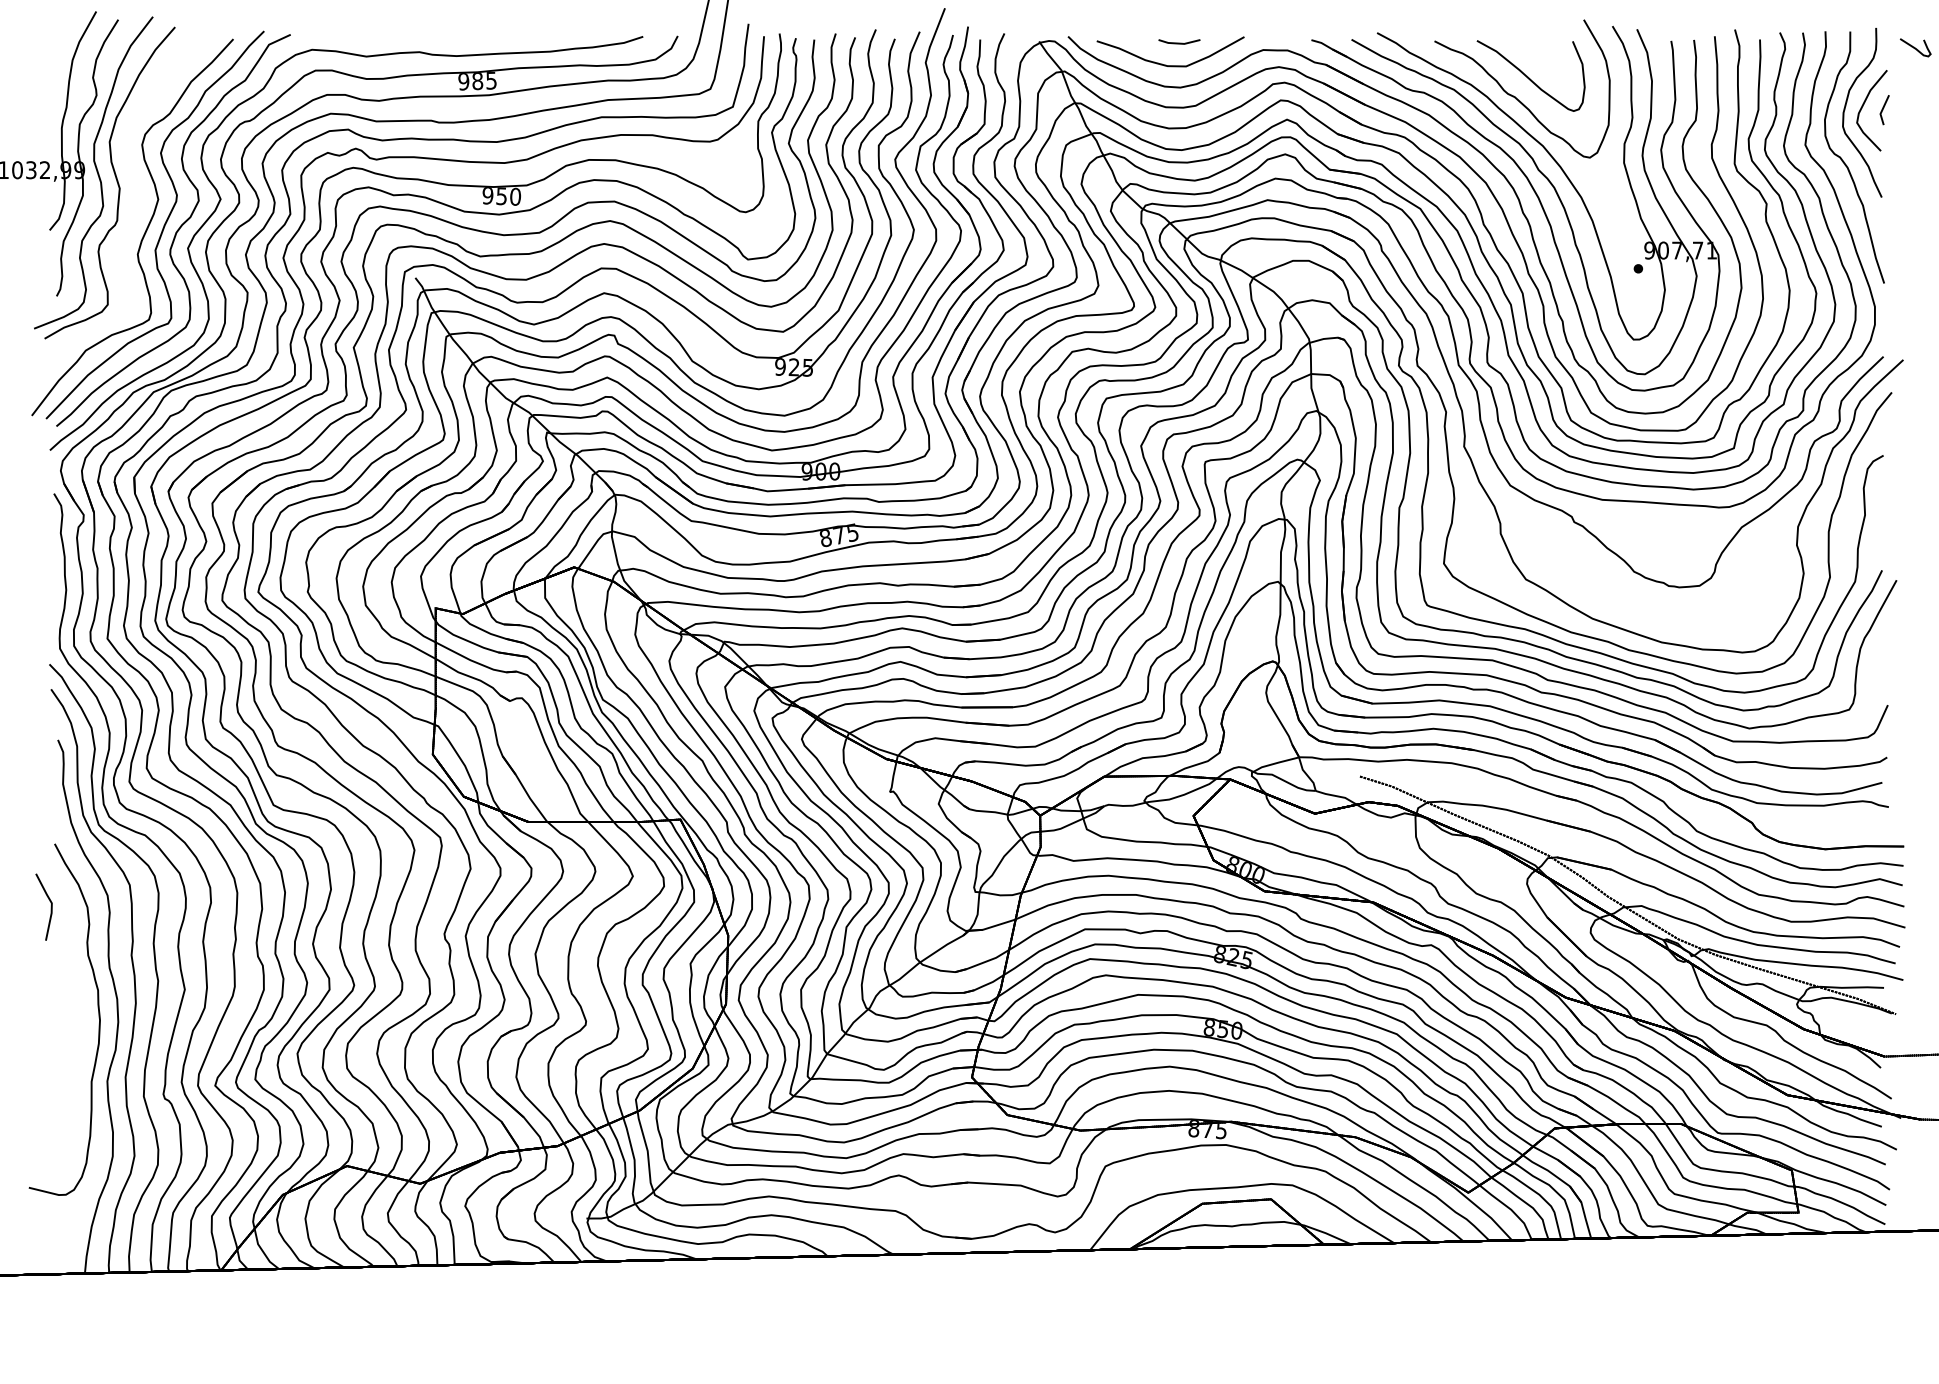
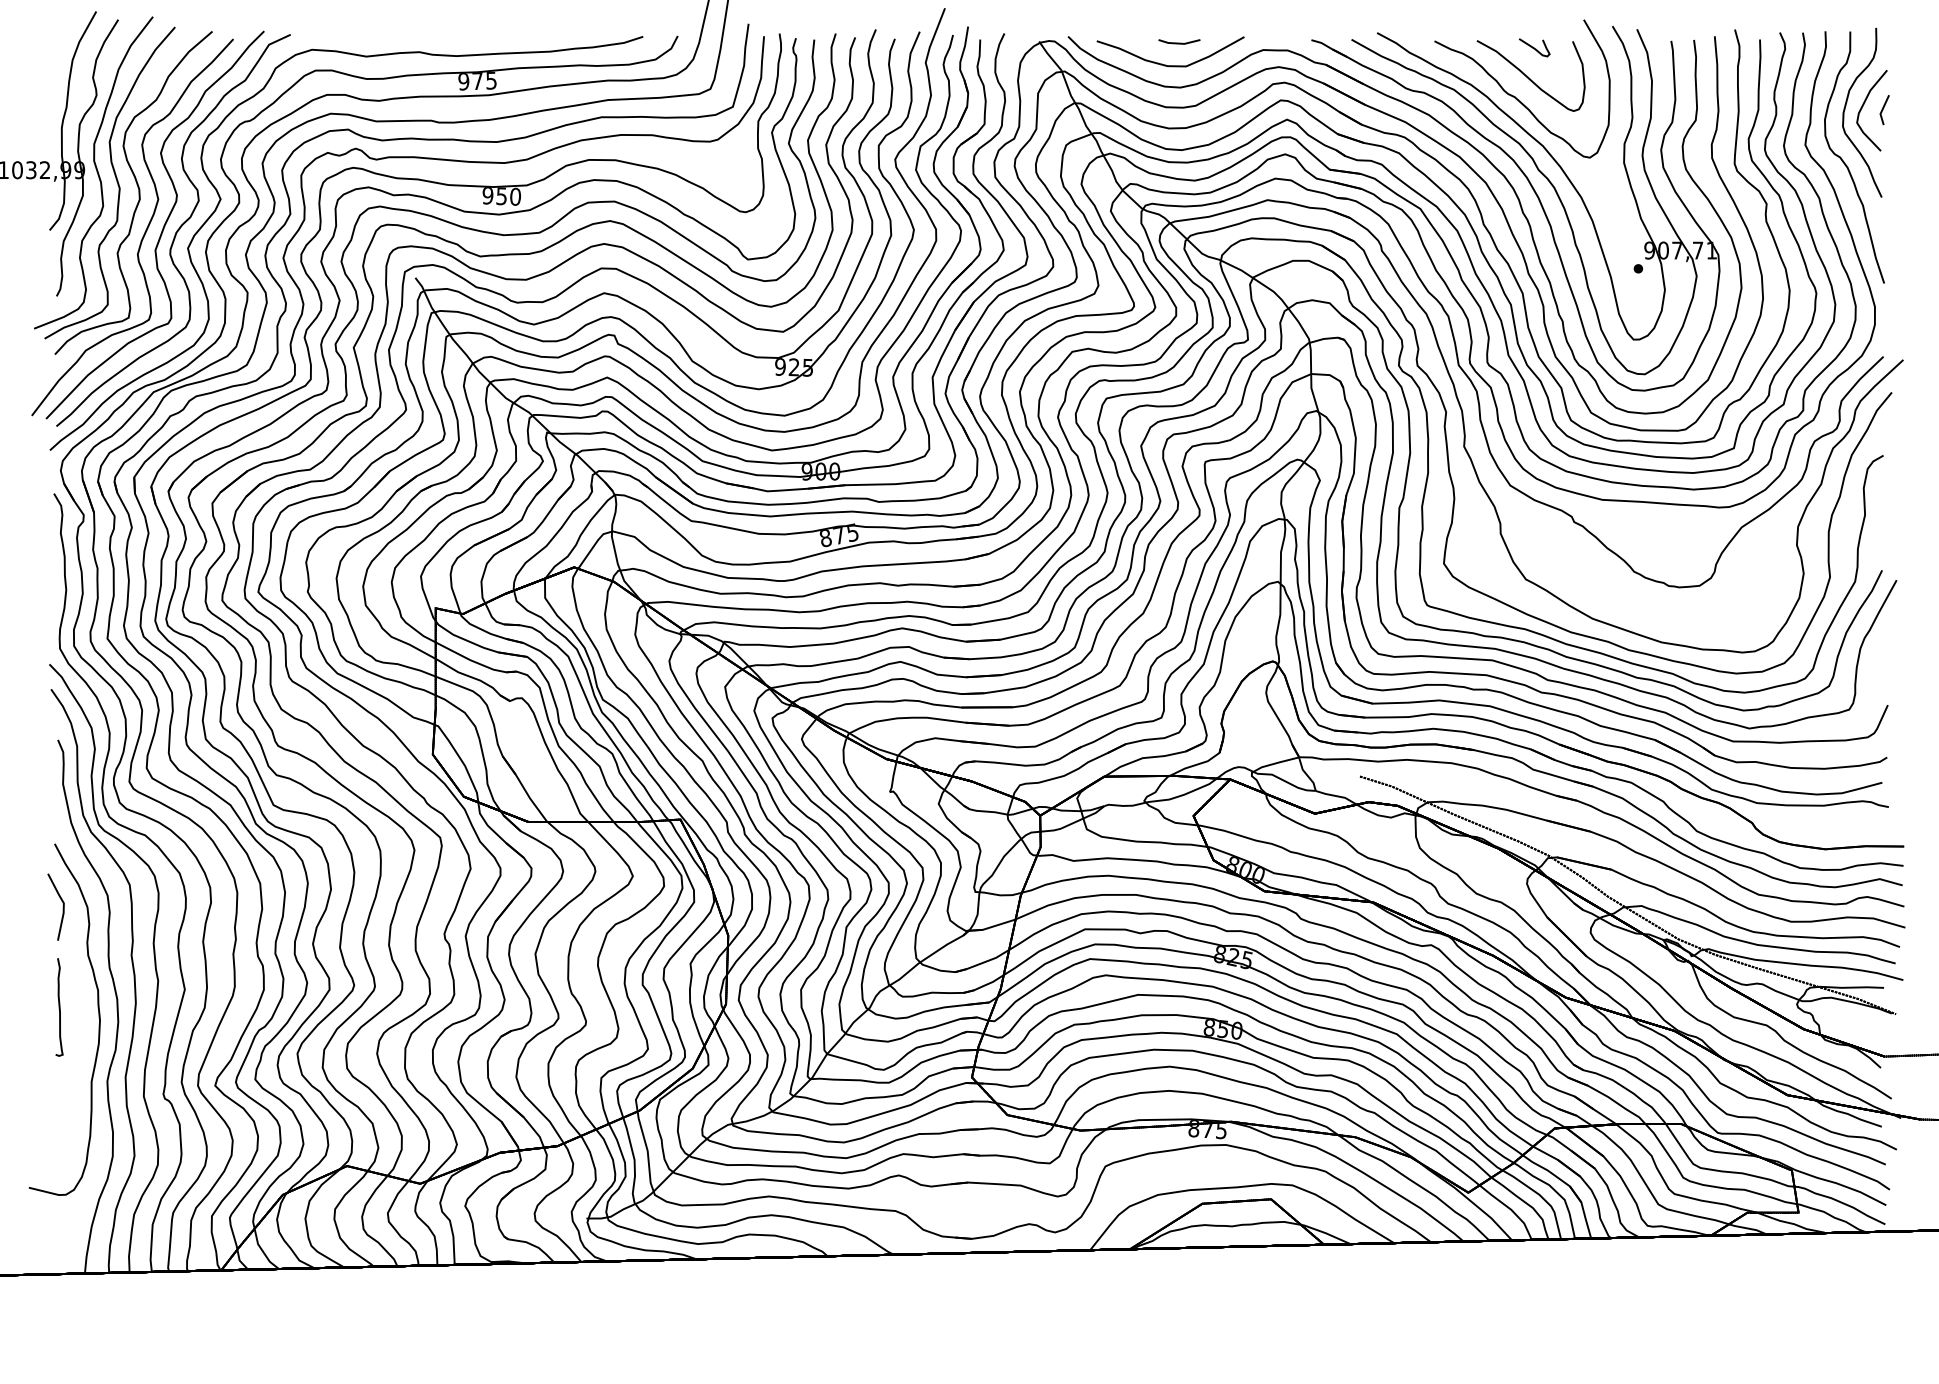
part at (1915, 47) position: (1915, 47) -> (1534, 47)
text at (477, 81): 985 -> 975
curve at (138, 192): none -> present
line at (50, 906) position: (50, 906) -> (62, 906)
curve at (59, 1007): none -> present
